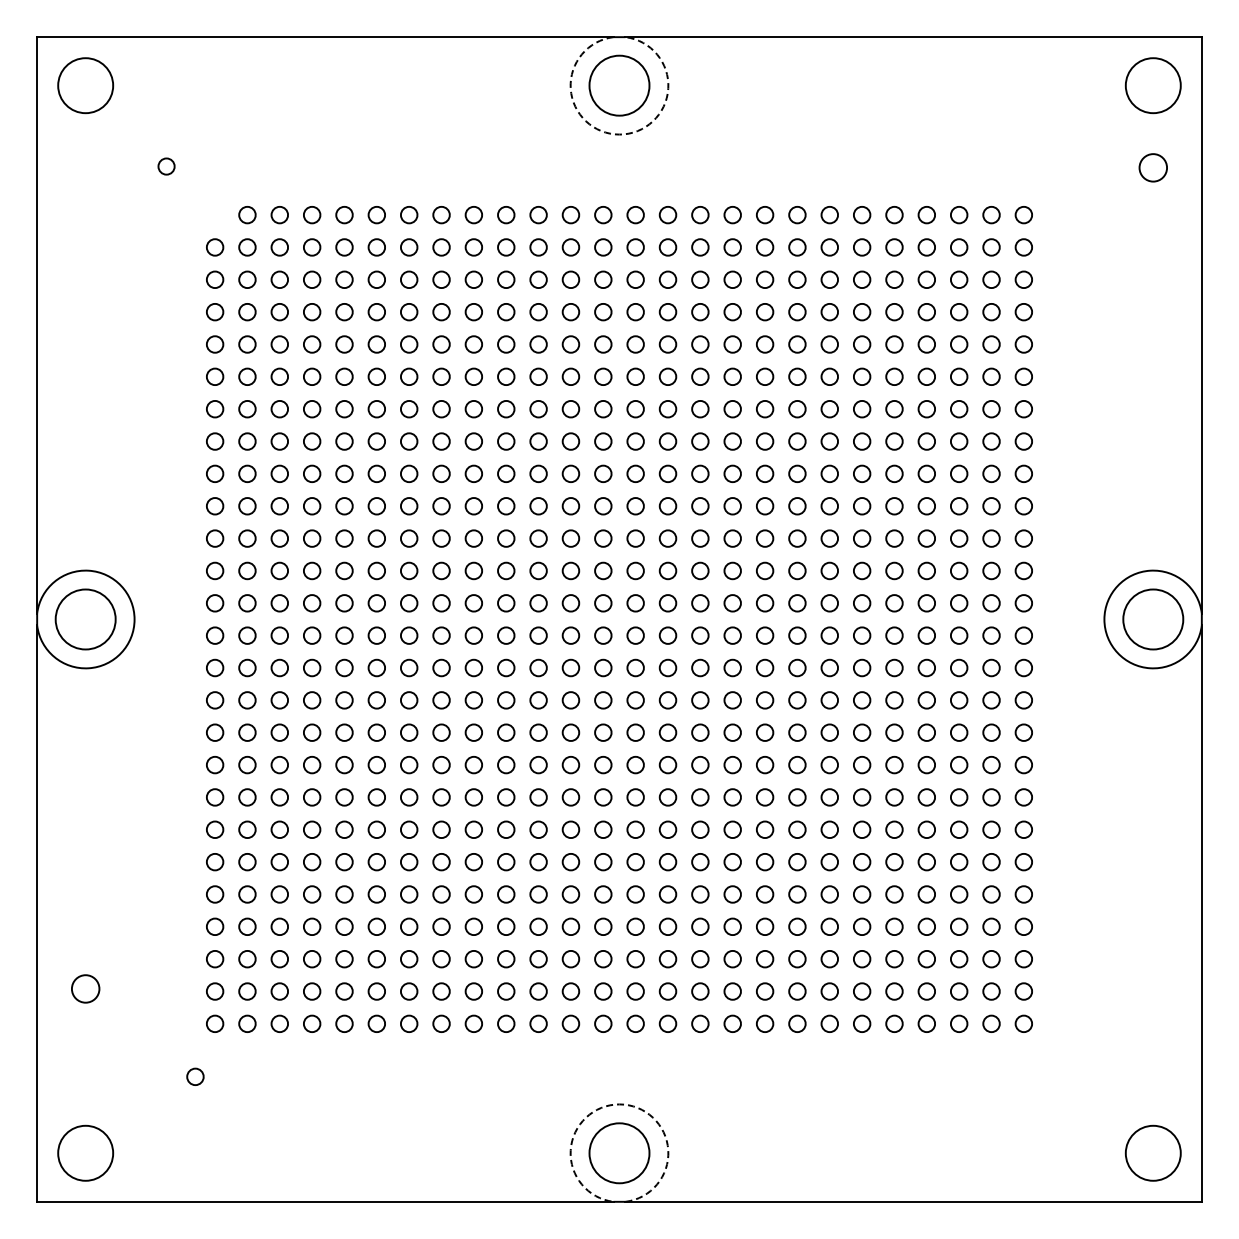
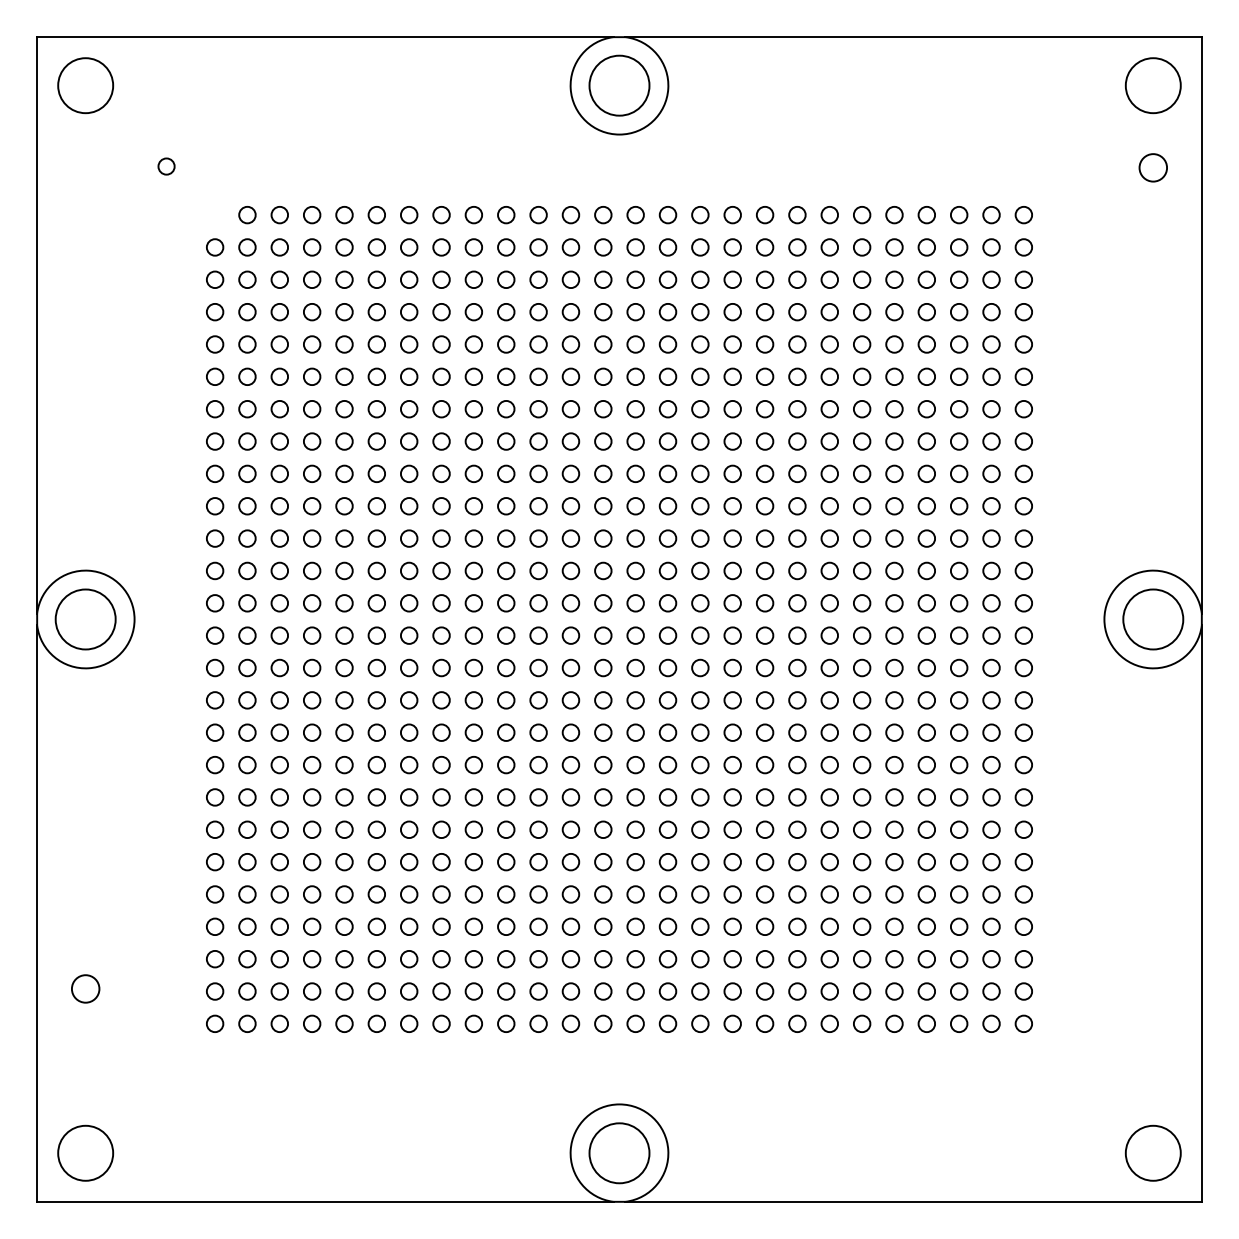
arc at (619, 134): dashed -> solid
circle at (195, 1076): present -> none
arc at (619, 1104): dashed -> solid
